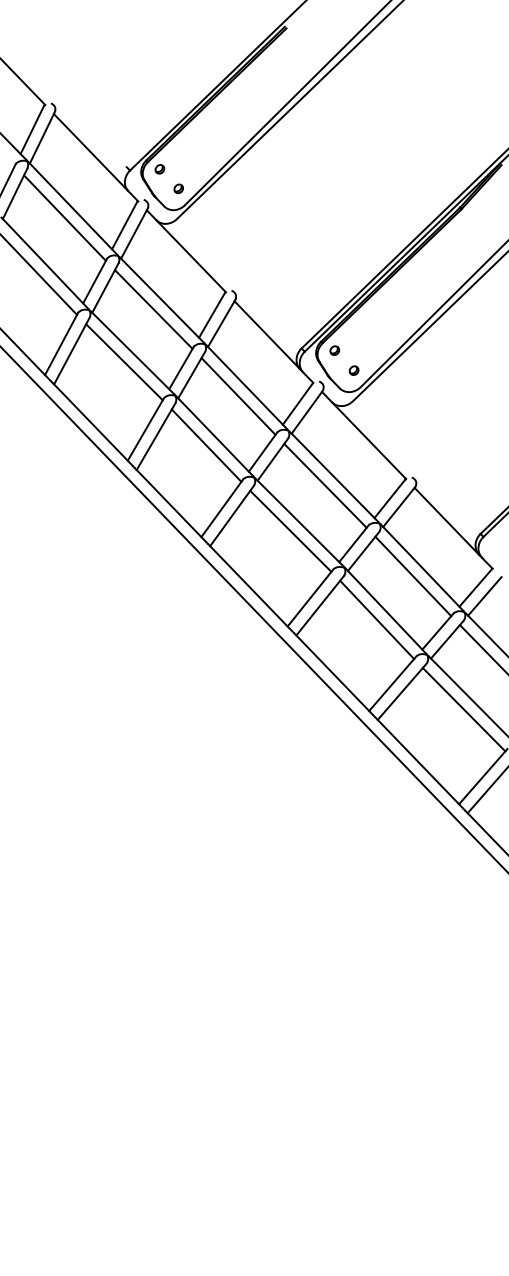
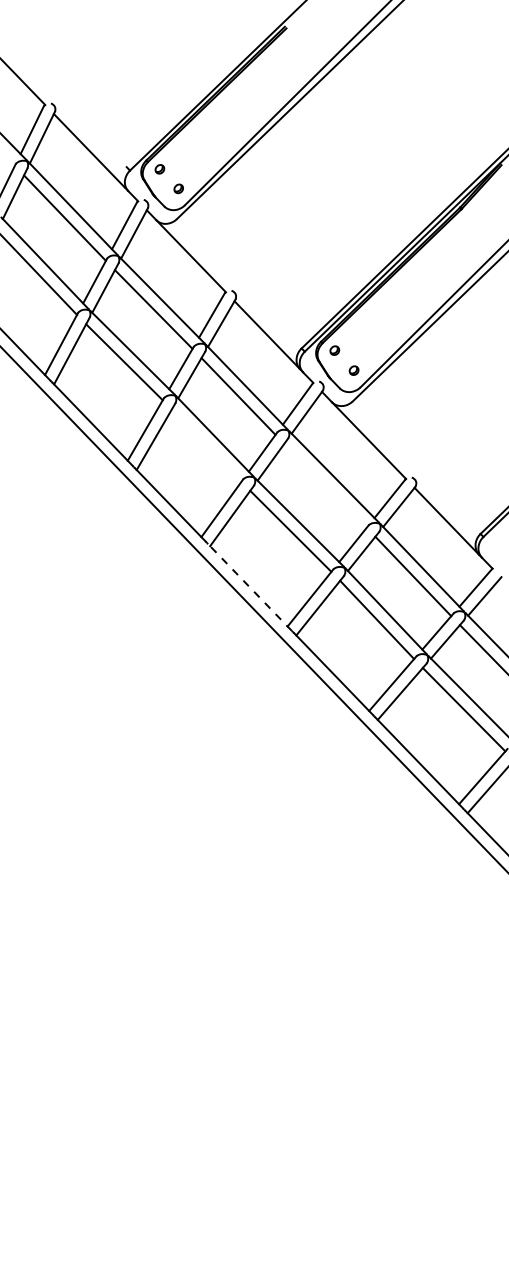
line at (206, 445): present -> none
line at (325, 485): present -> none
line at (249, 587): solid -> dashed
